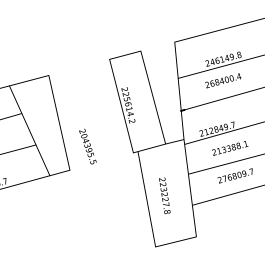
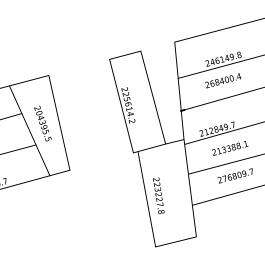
text at (87, 146) position: (87, 146) -> (42, 123)
text at (164, 195) position: (164, 195) -> (158, 195)
